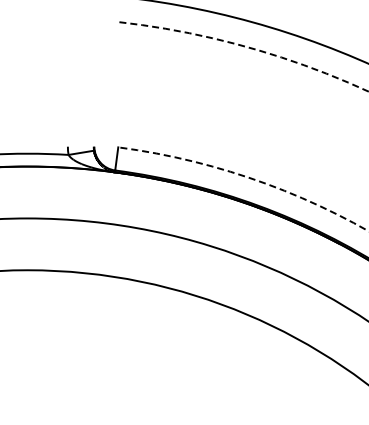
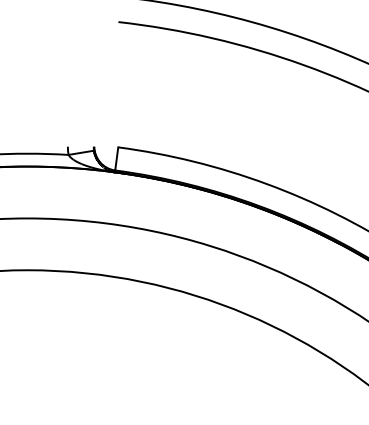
arc at (246, 46): dashed -> solid
arc at (247, 177): dashed -> solid
